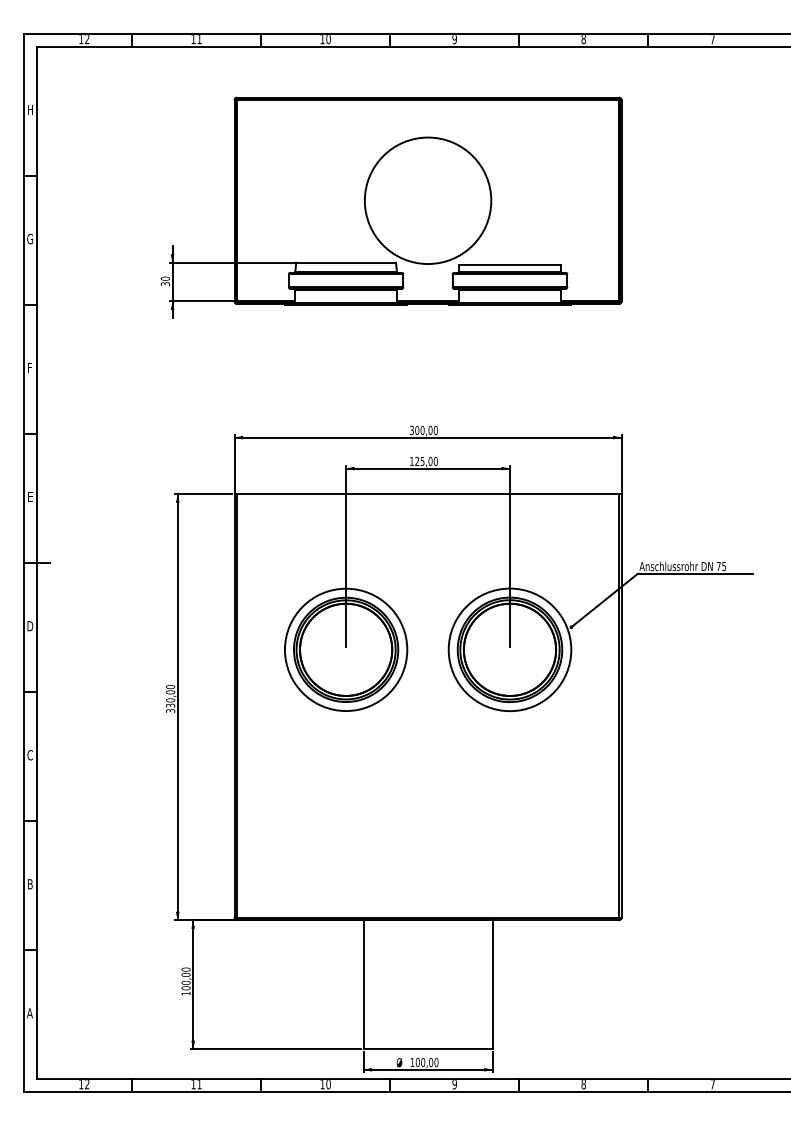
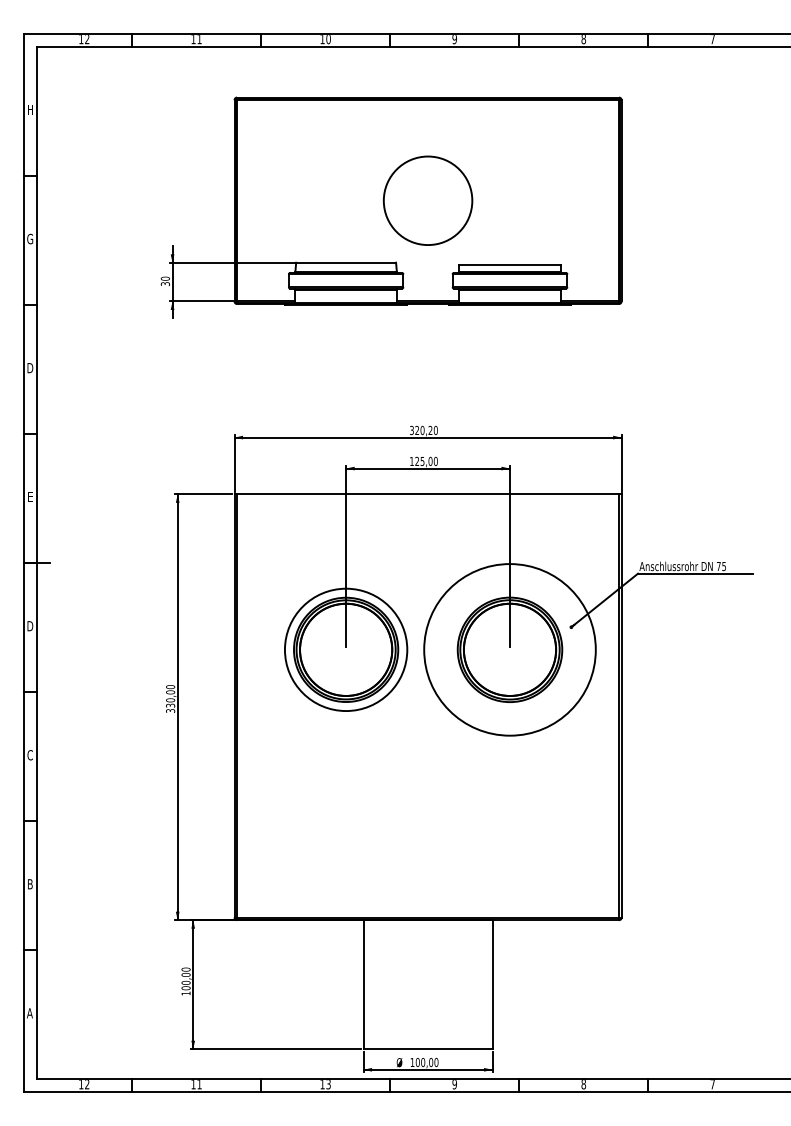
circle at (427, 200) diameter: 126 px -> 89 px
text at (30, 368): F -> D
text at (423, 430): 300,00 -> 320,20
circle at (509, 649) diameter: 123 px -> 172 px
text at (328, 1084): 10 -> 13
